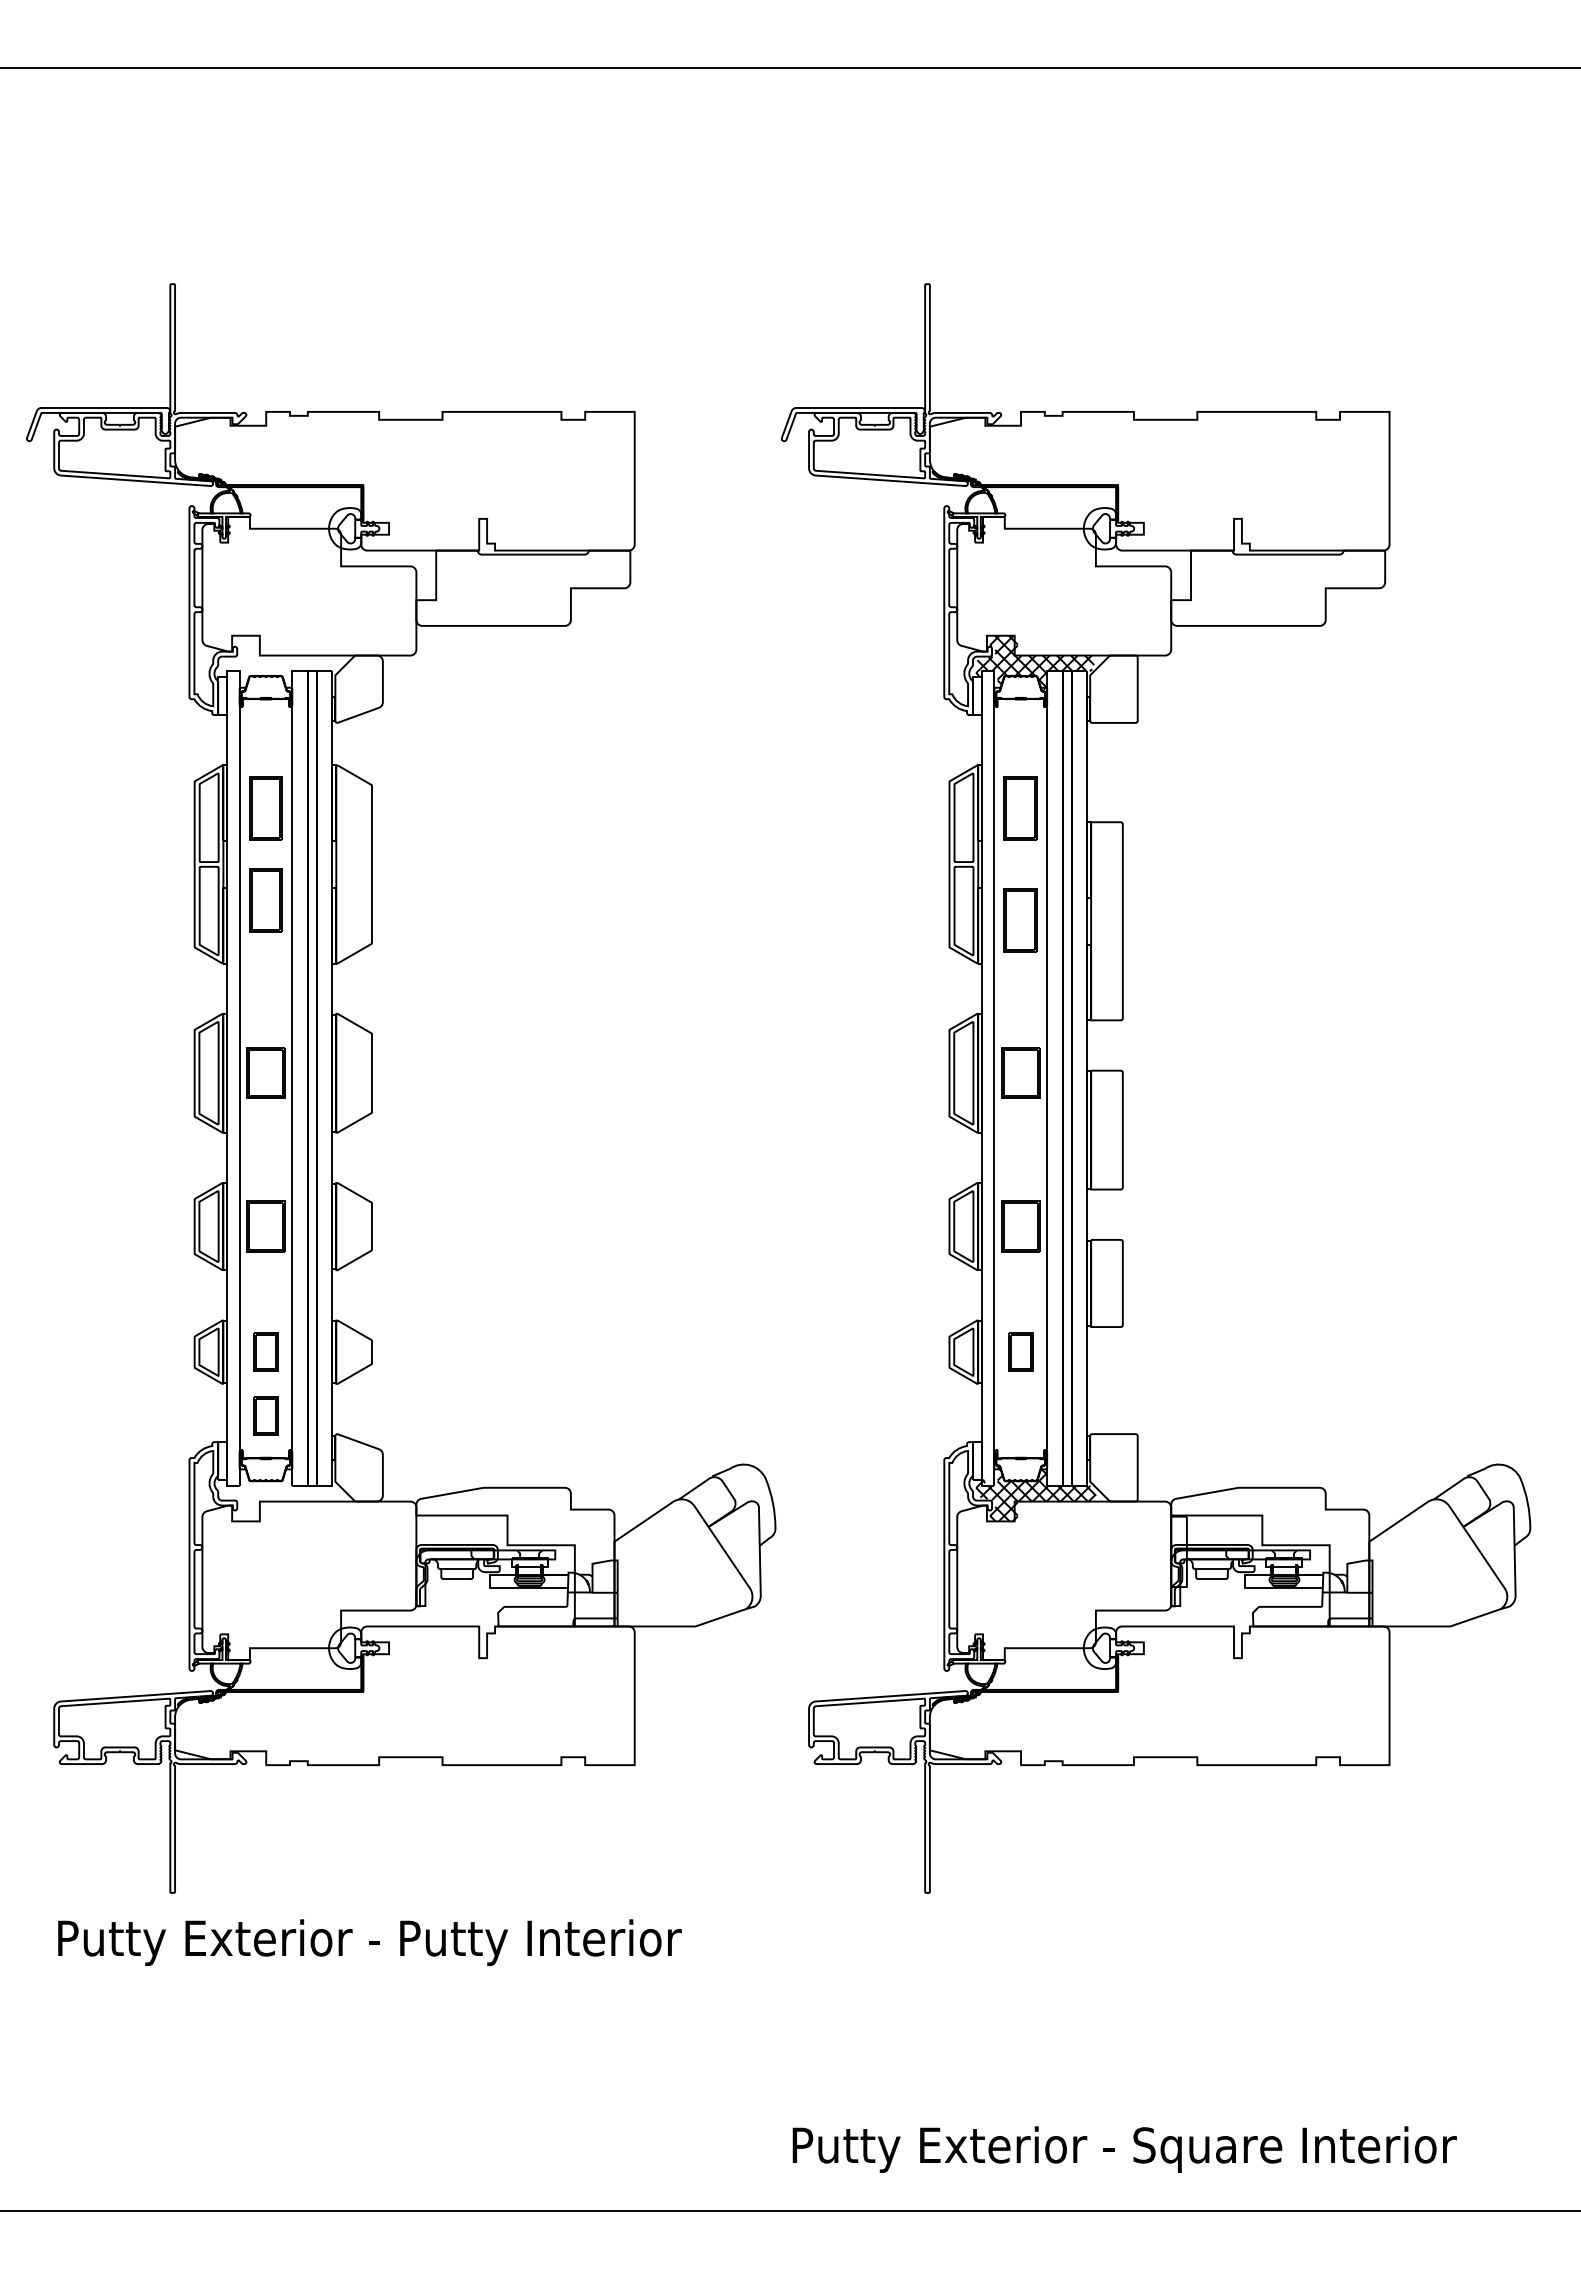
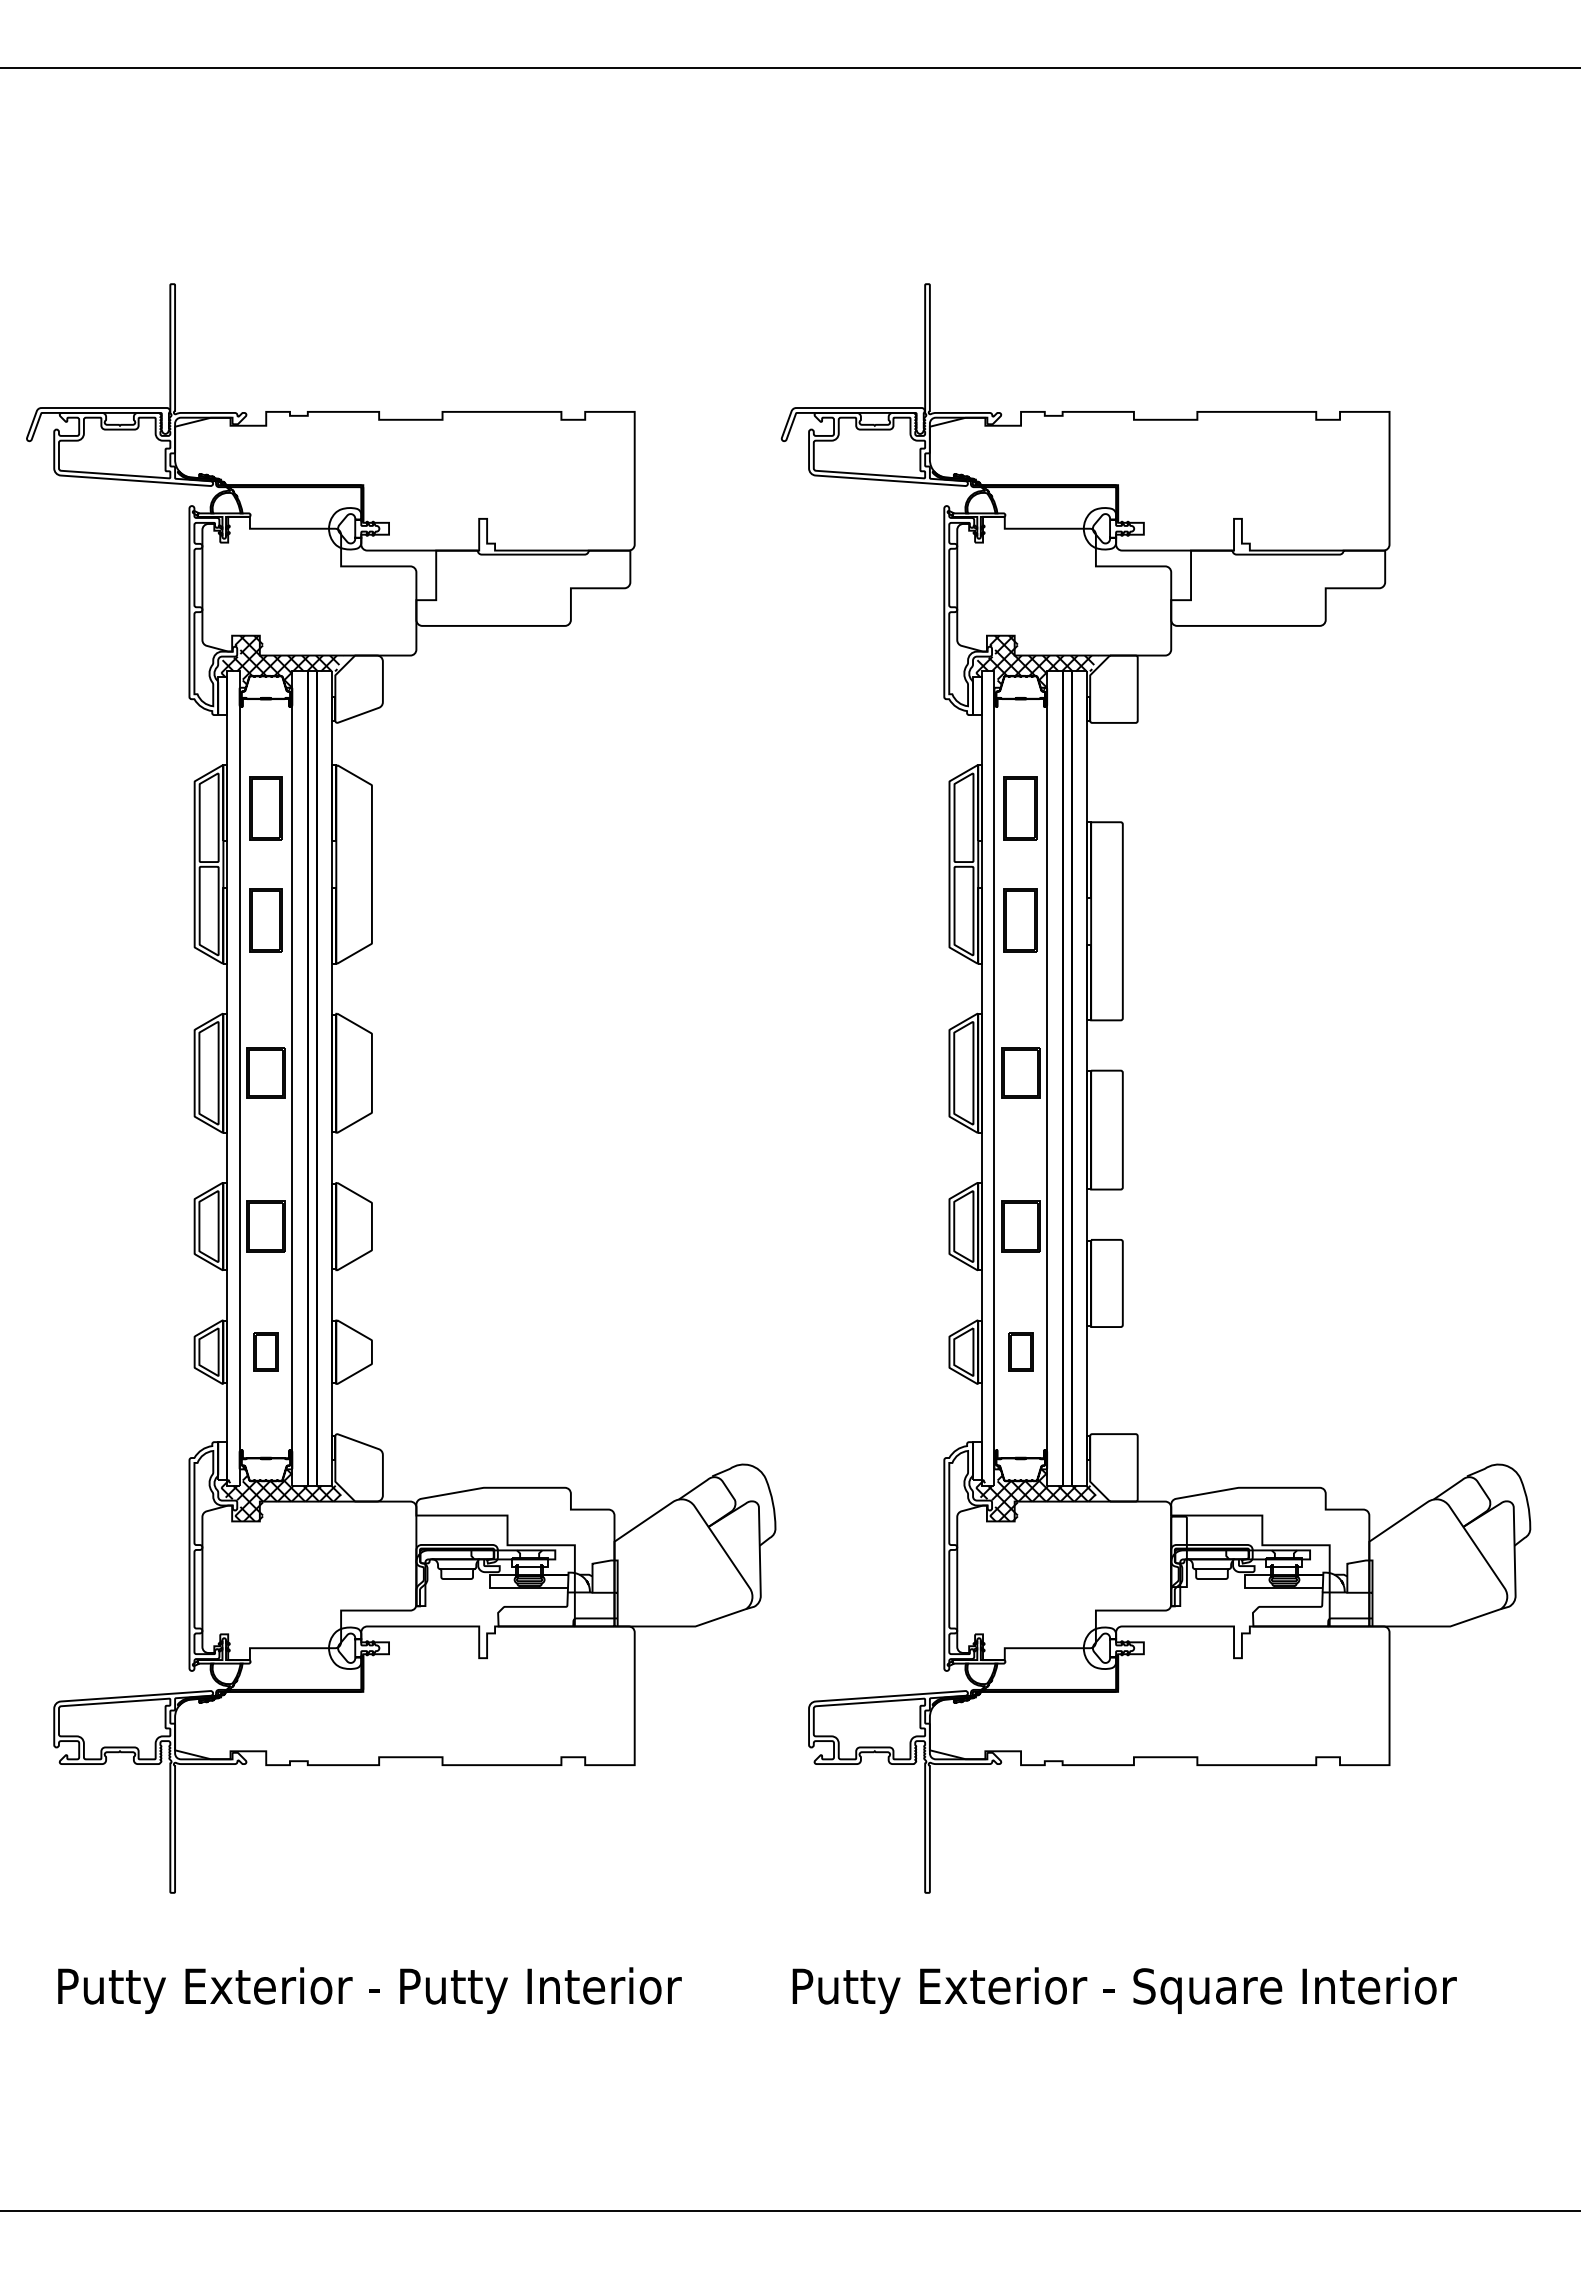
hatch at (282, 662): none -> present
part at (265, 900) position: (265, 900) -> (265, 920)
part at (265, 1415): present -> none
hatch at (281, 1493): none -> present
text at (369, 1942) position: (369, 1942) -> (369, 1990)
text at (1124, 2149) position: (1124, 2149) -> (1124, 1990)
